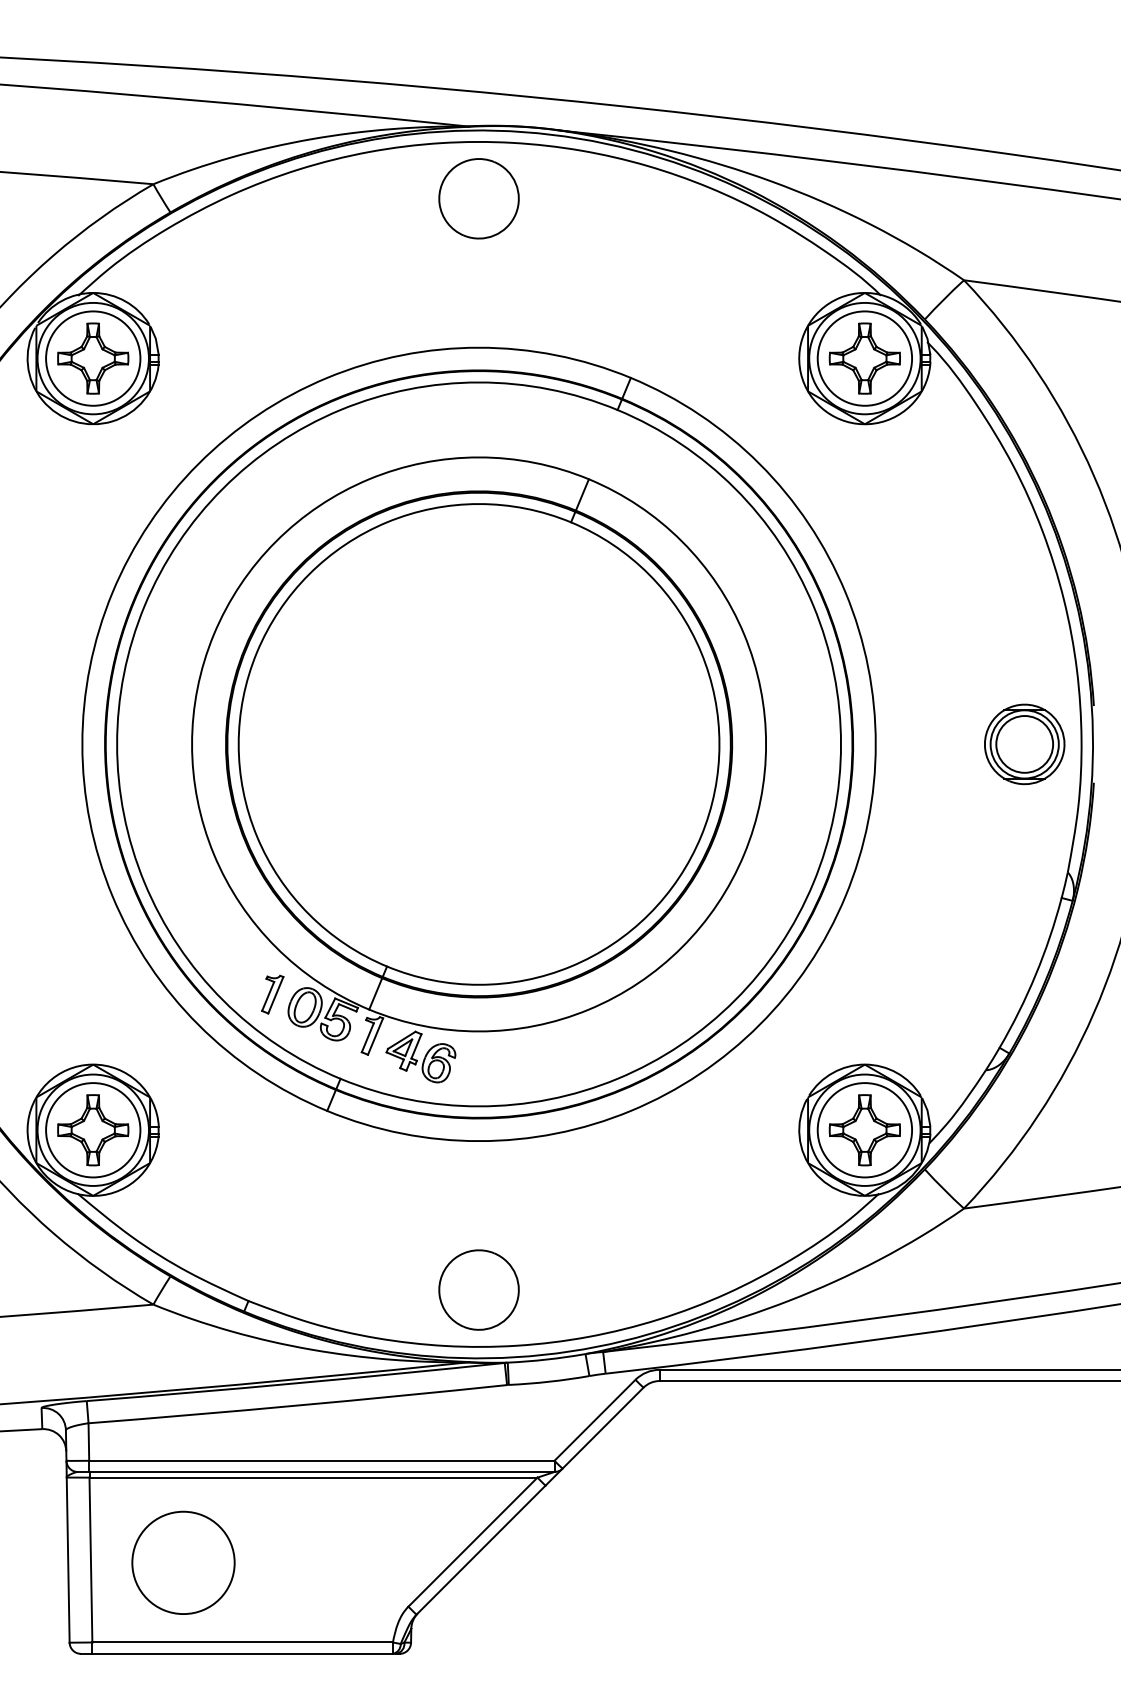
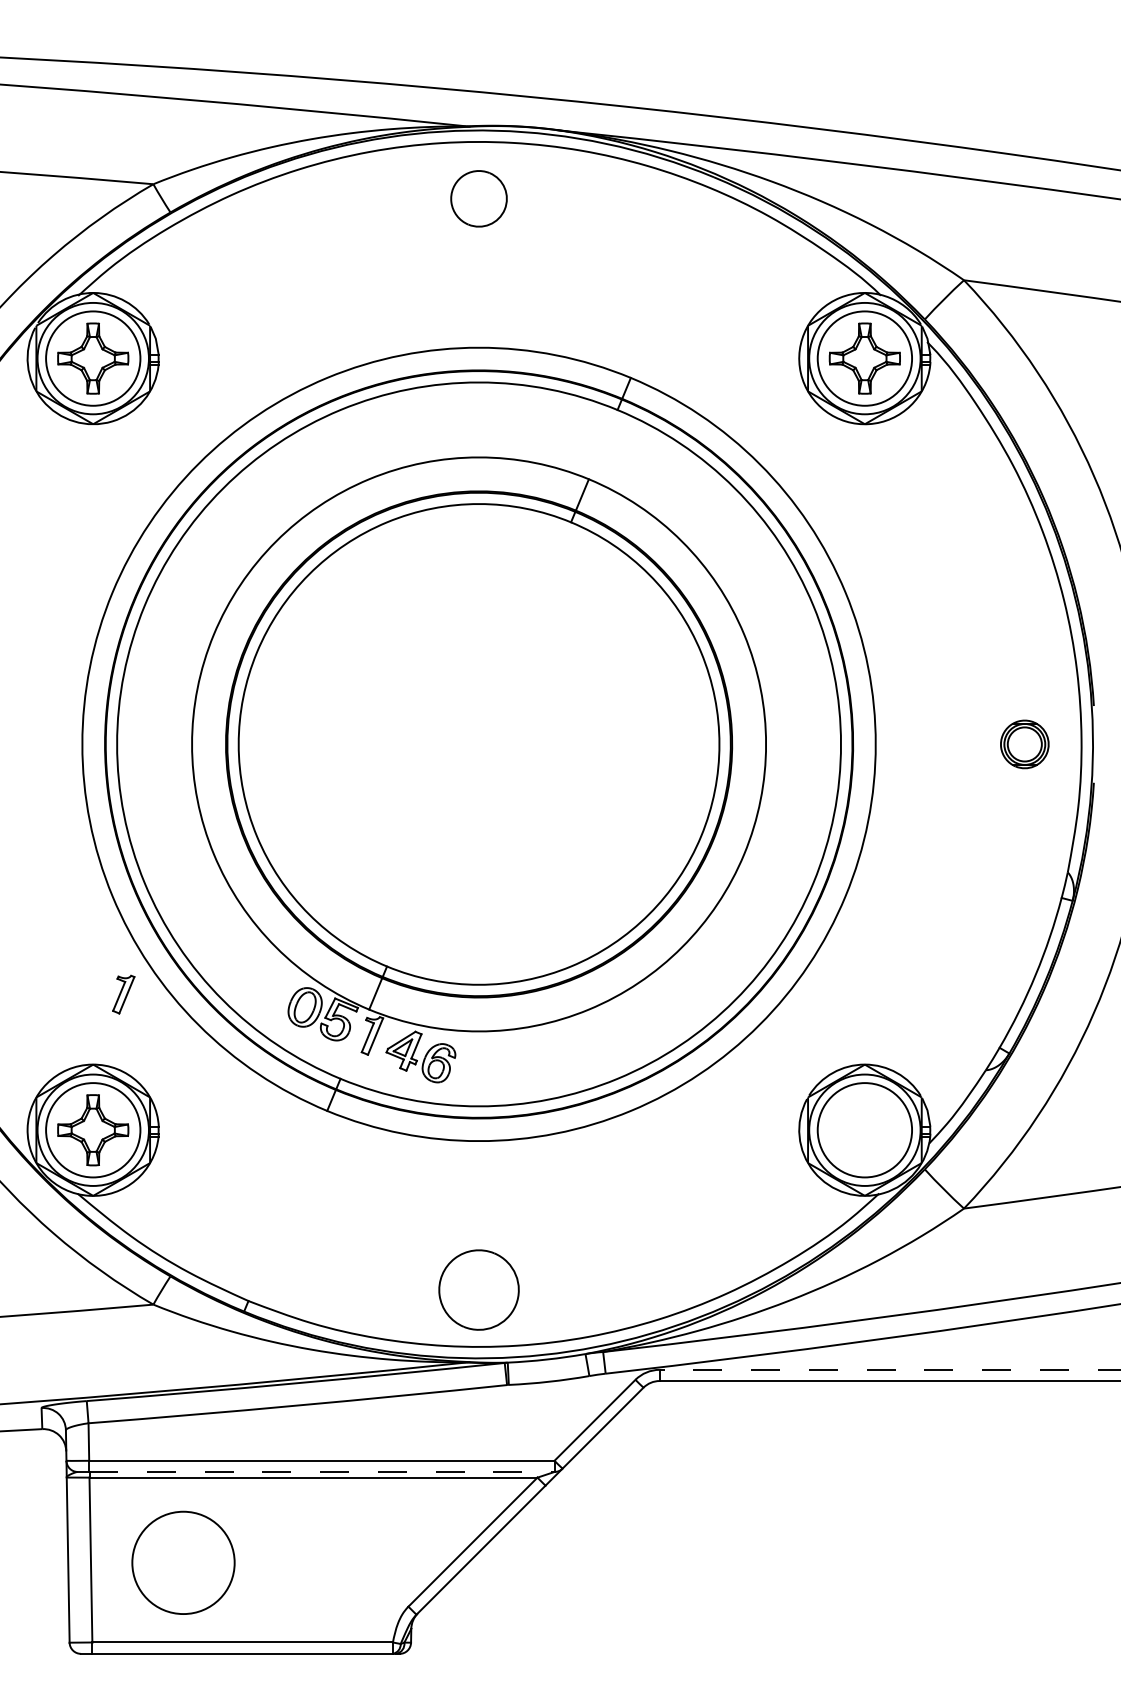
part at (478, 198) size: 82x82 px -> 58x58 px
part at (1024, 744) size: 82x83 px -> 50x51 px
part at (272, 994) position: (272, 994) -> (123, 994)
part at (864, 1130): present -> none
line at (889, 1369): solid -> dashed
line at (321, 1471): solid -> dashed
